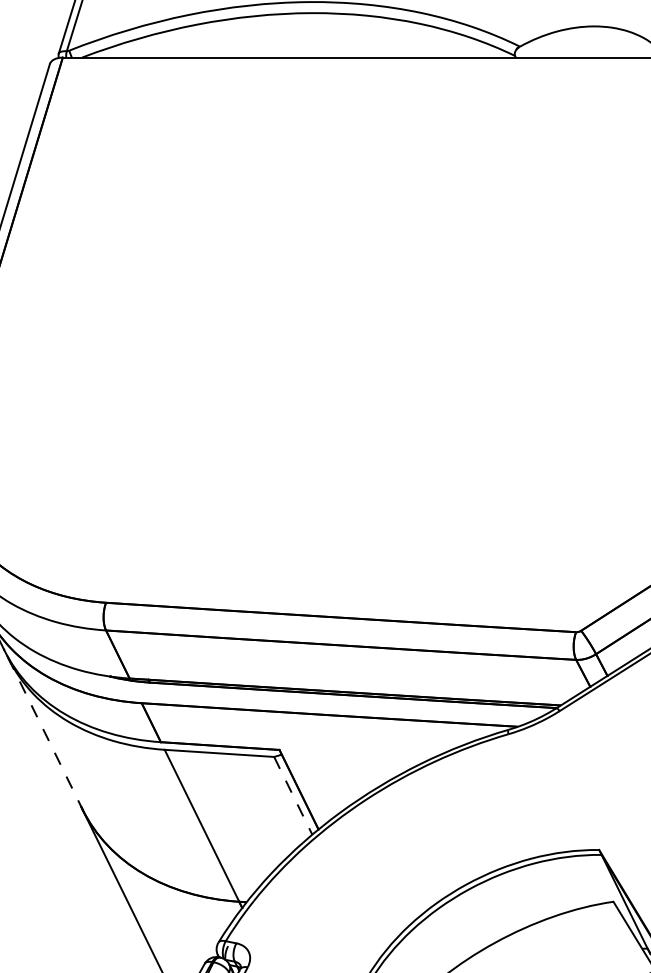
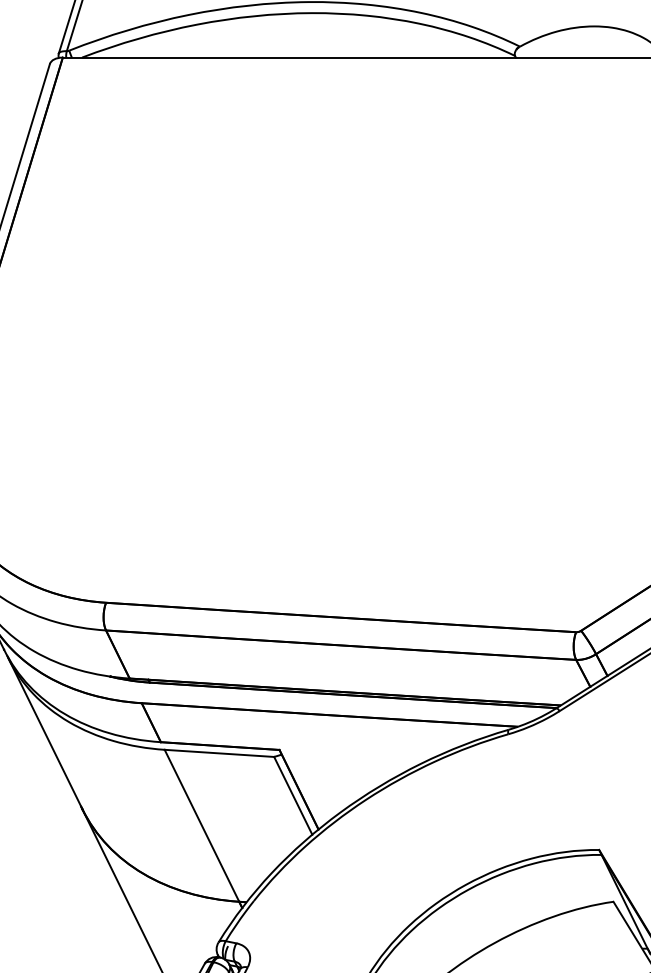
line at (45, 733): dashed -> solid
line at (293, 796): dashed -> solid
